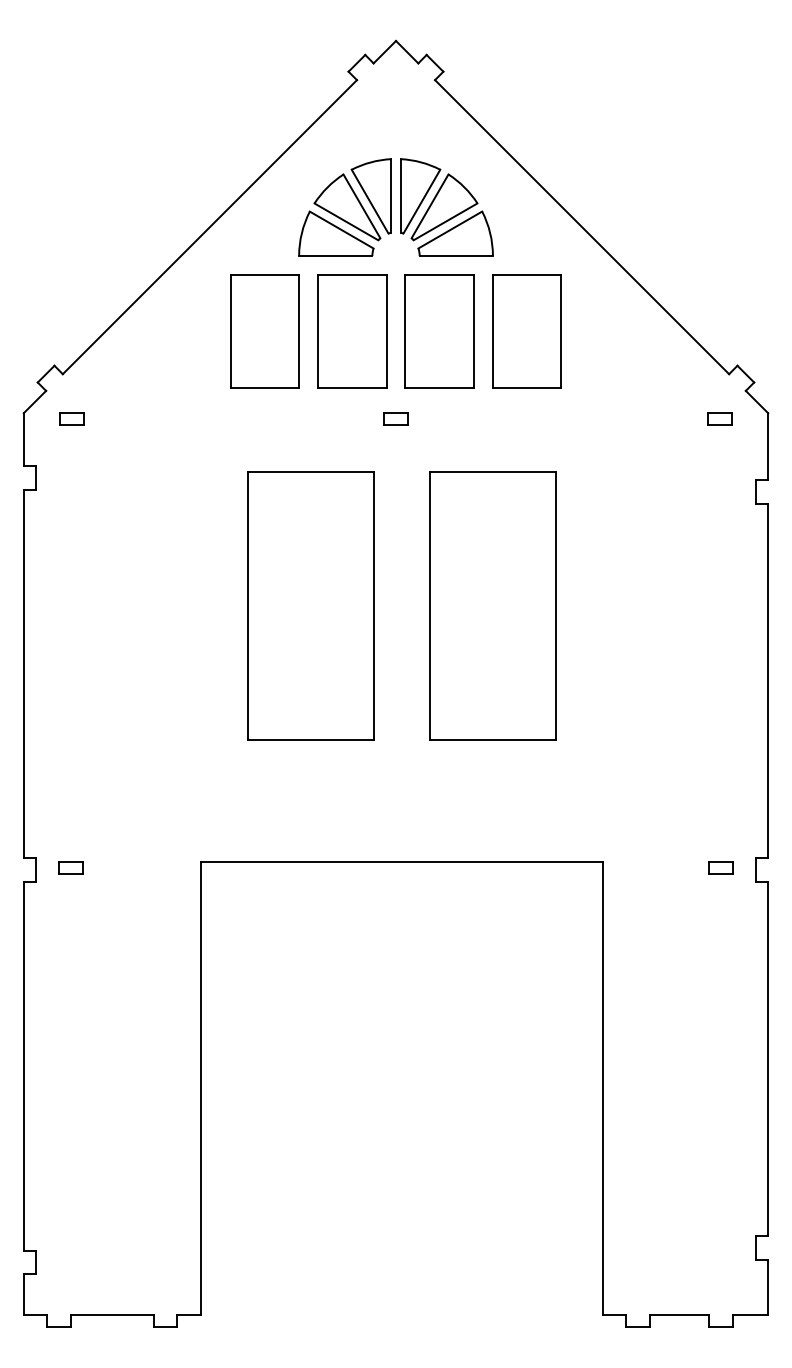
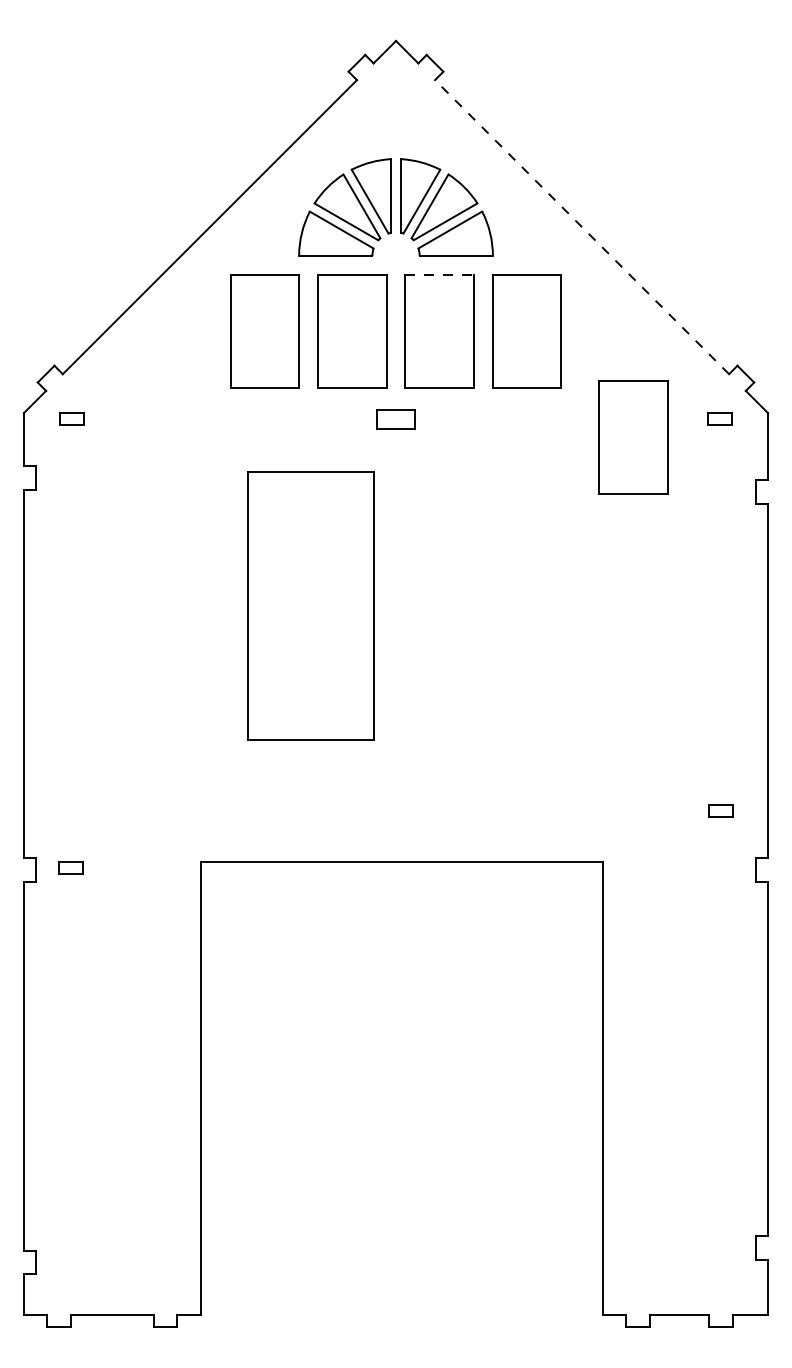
line at (582, 227): solid -> dashed
line at (440, 274): solid -> dashed
part at (395, 418) size: 26x14 px -> 40x21 px
part at (633, 437): none -> present
part at (492, 605): present -> none
part at (720, 867) position: (720, 867) -> (720, 810)
